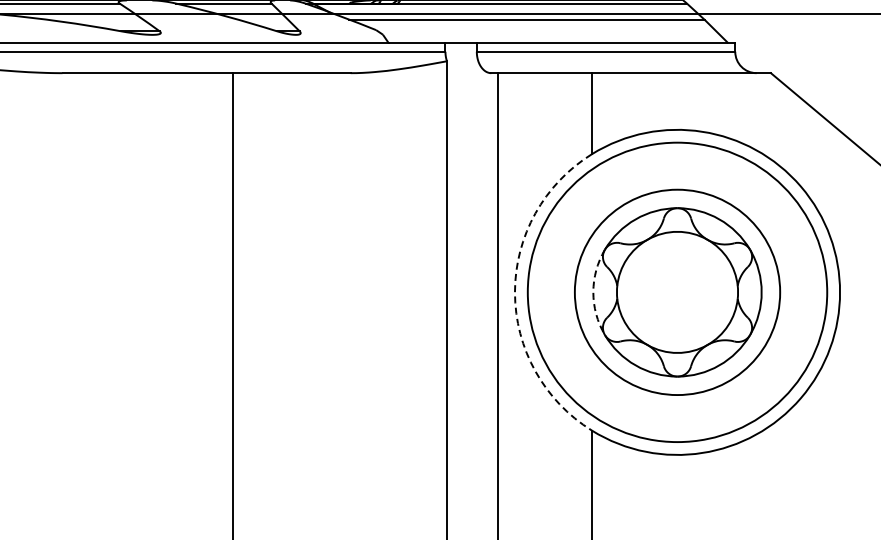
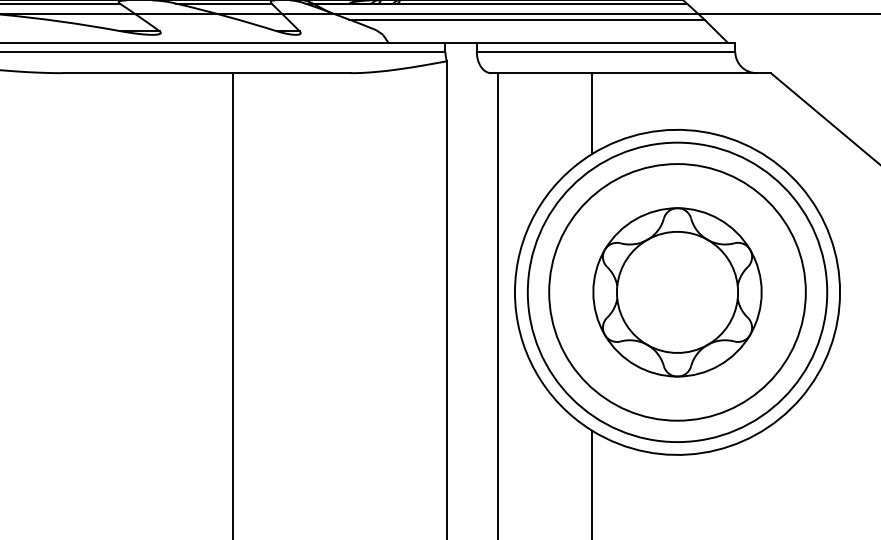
arc at (514, 292): dashed -> solid
arc at (593, 292): dashed -> solid
circle at (677, 292) diameter: 205 px -> 257 px
